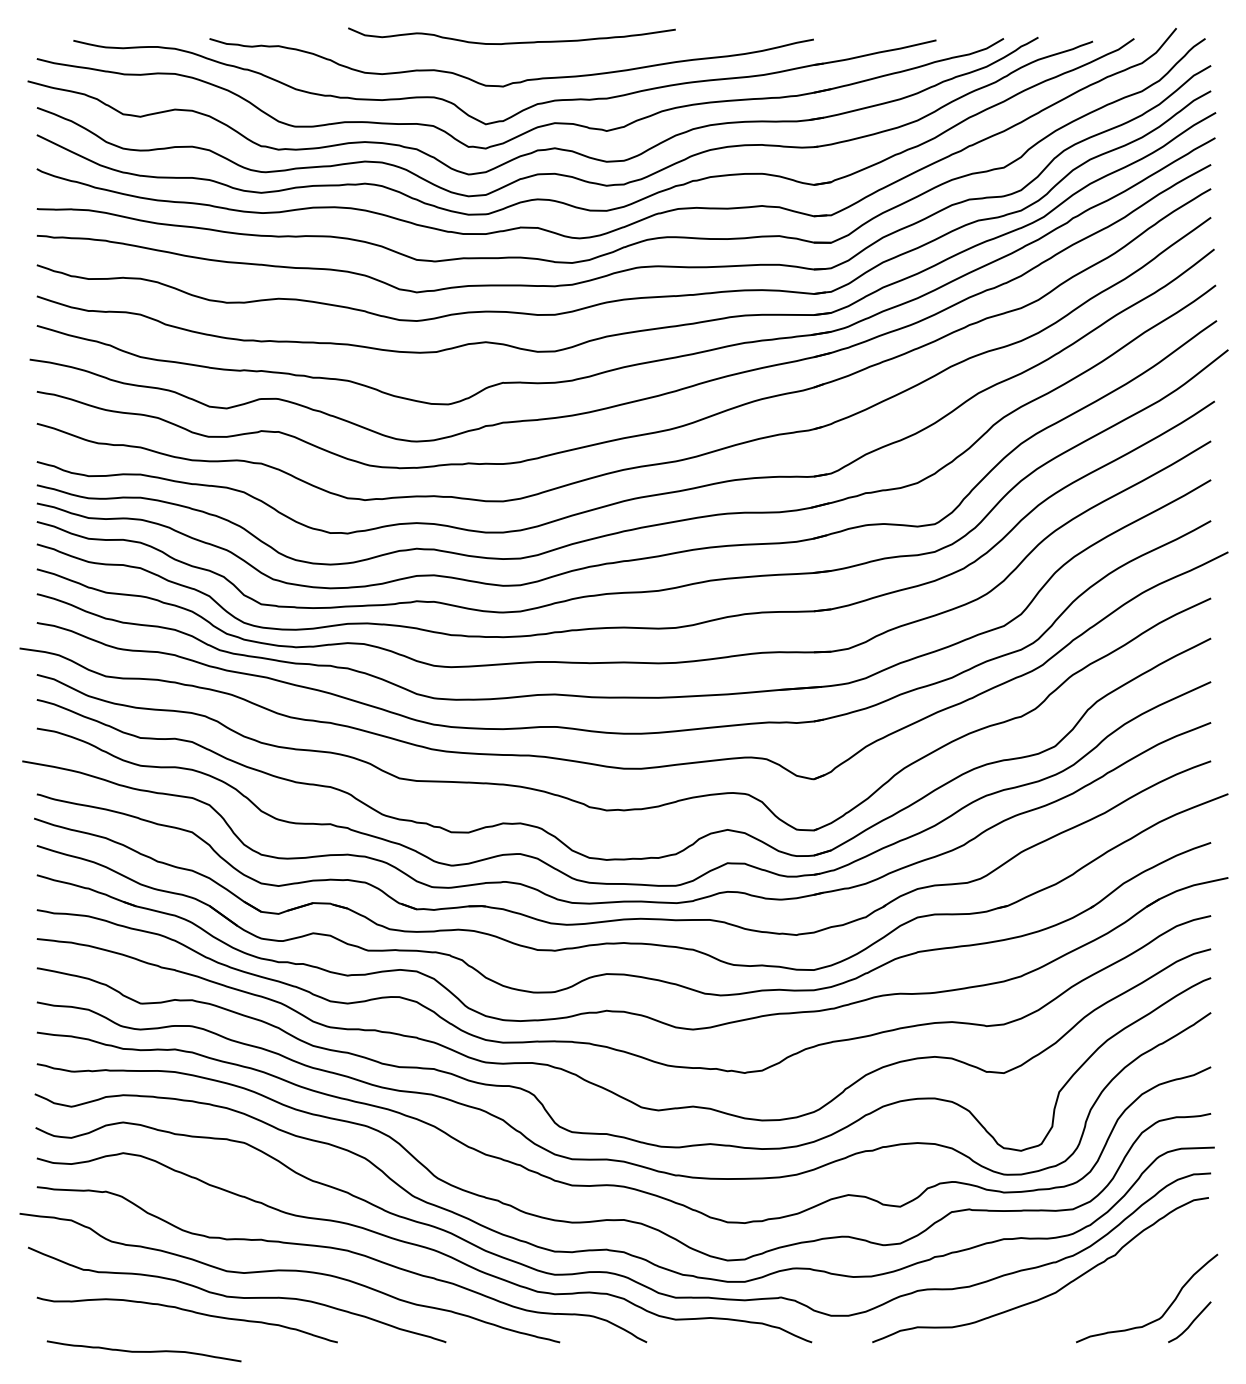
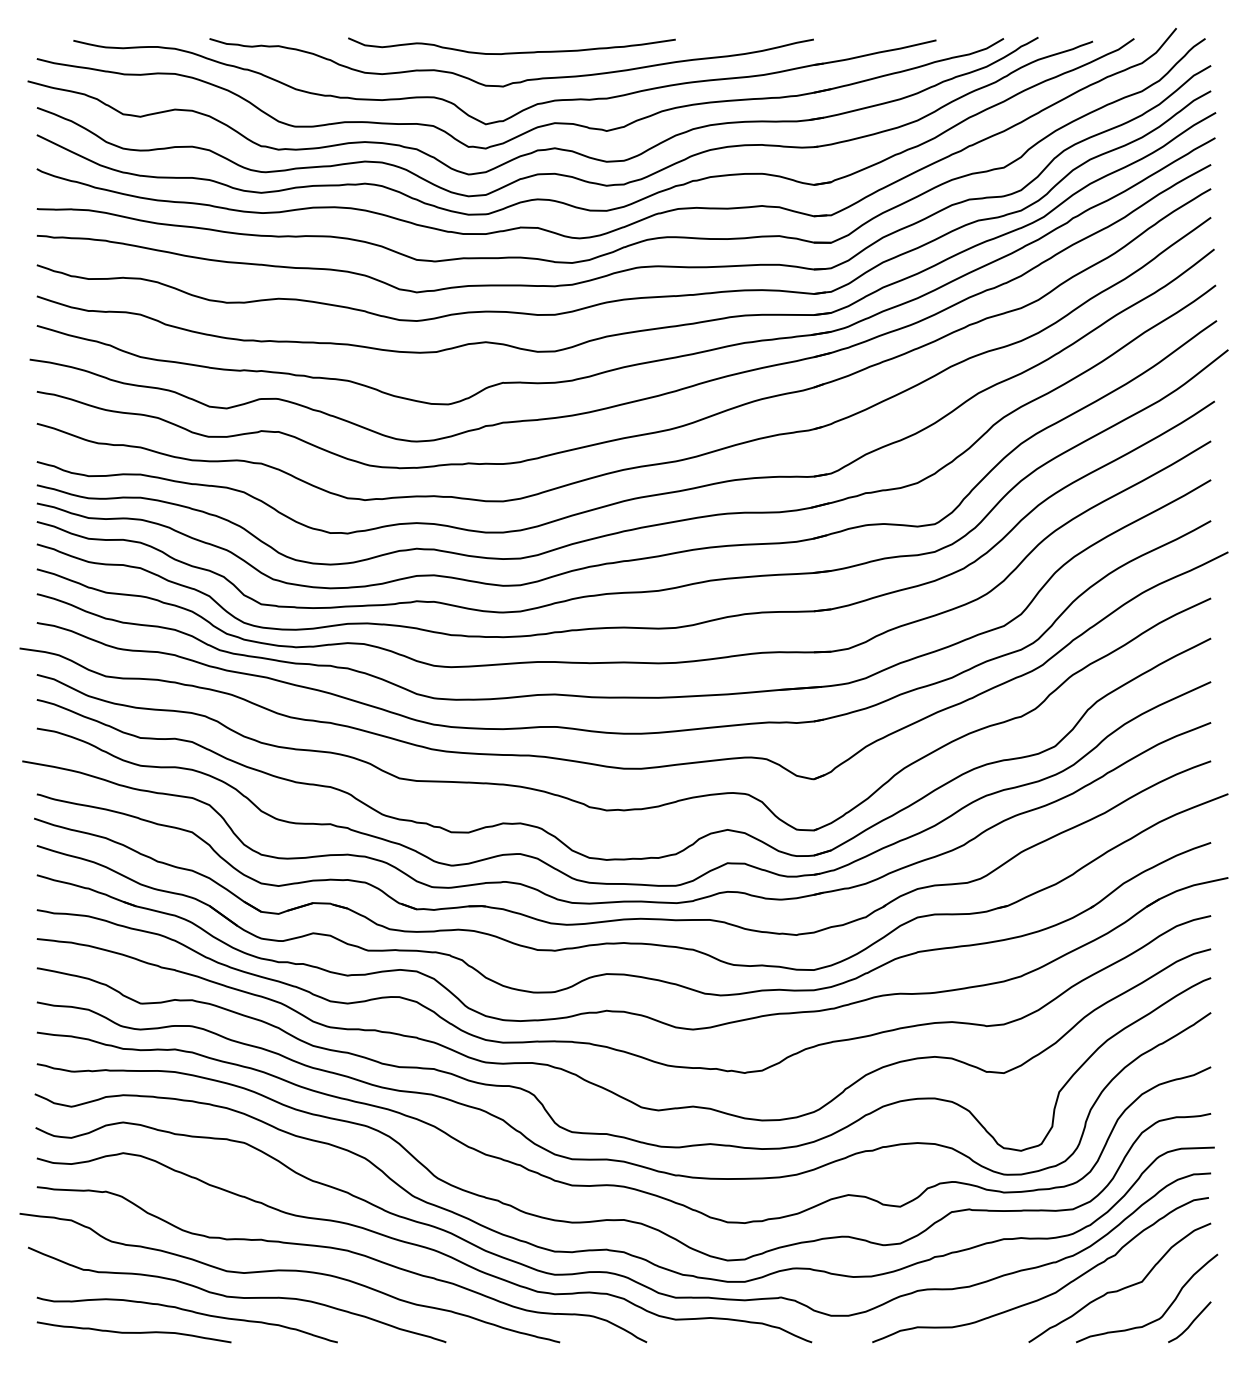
curve at (511, 42) position: (511, 42) -> (511, 52)
curve at (1120, 1288): none -> present
curve at (143, 1351) position: (143, 1351) -> (133, 1332)
